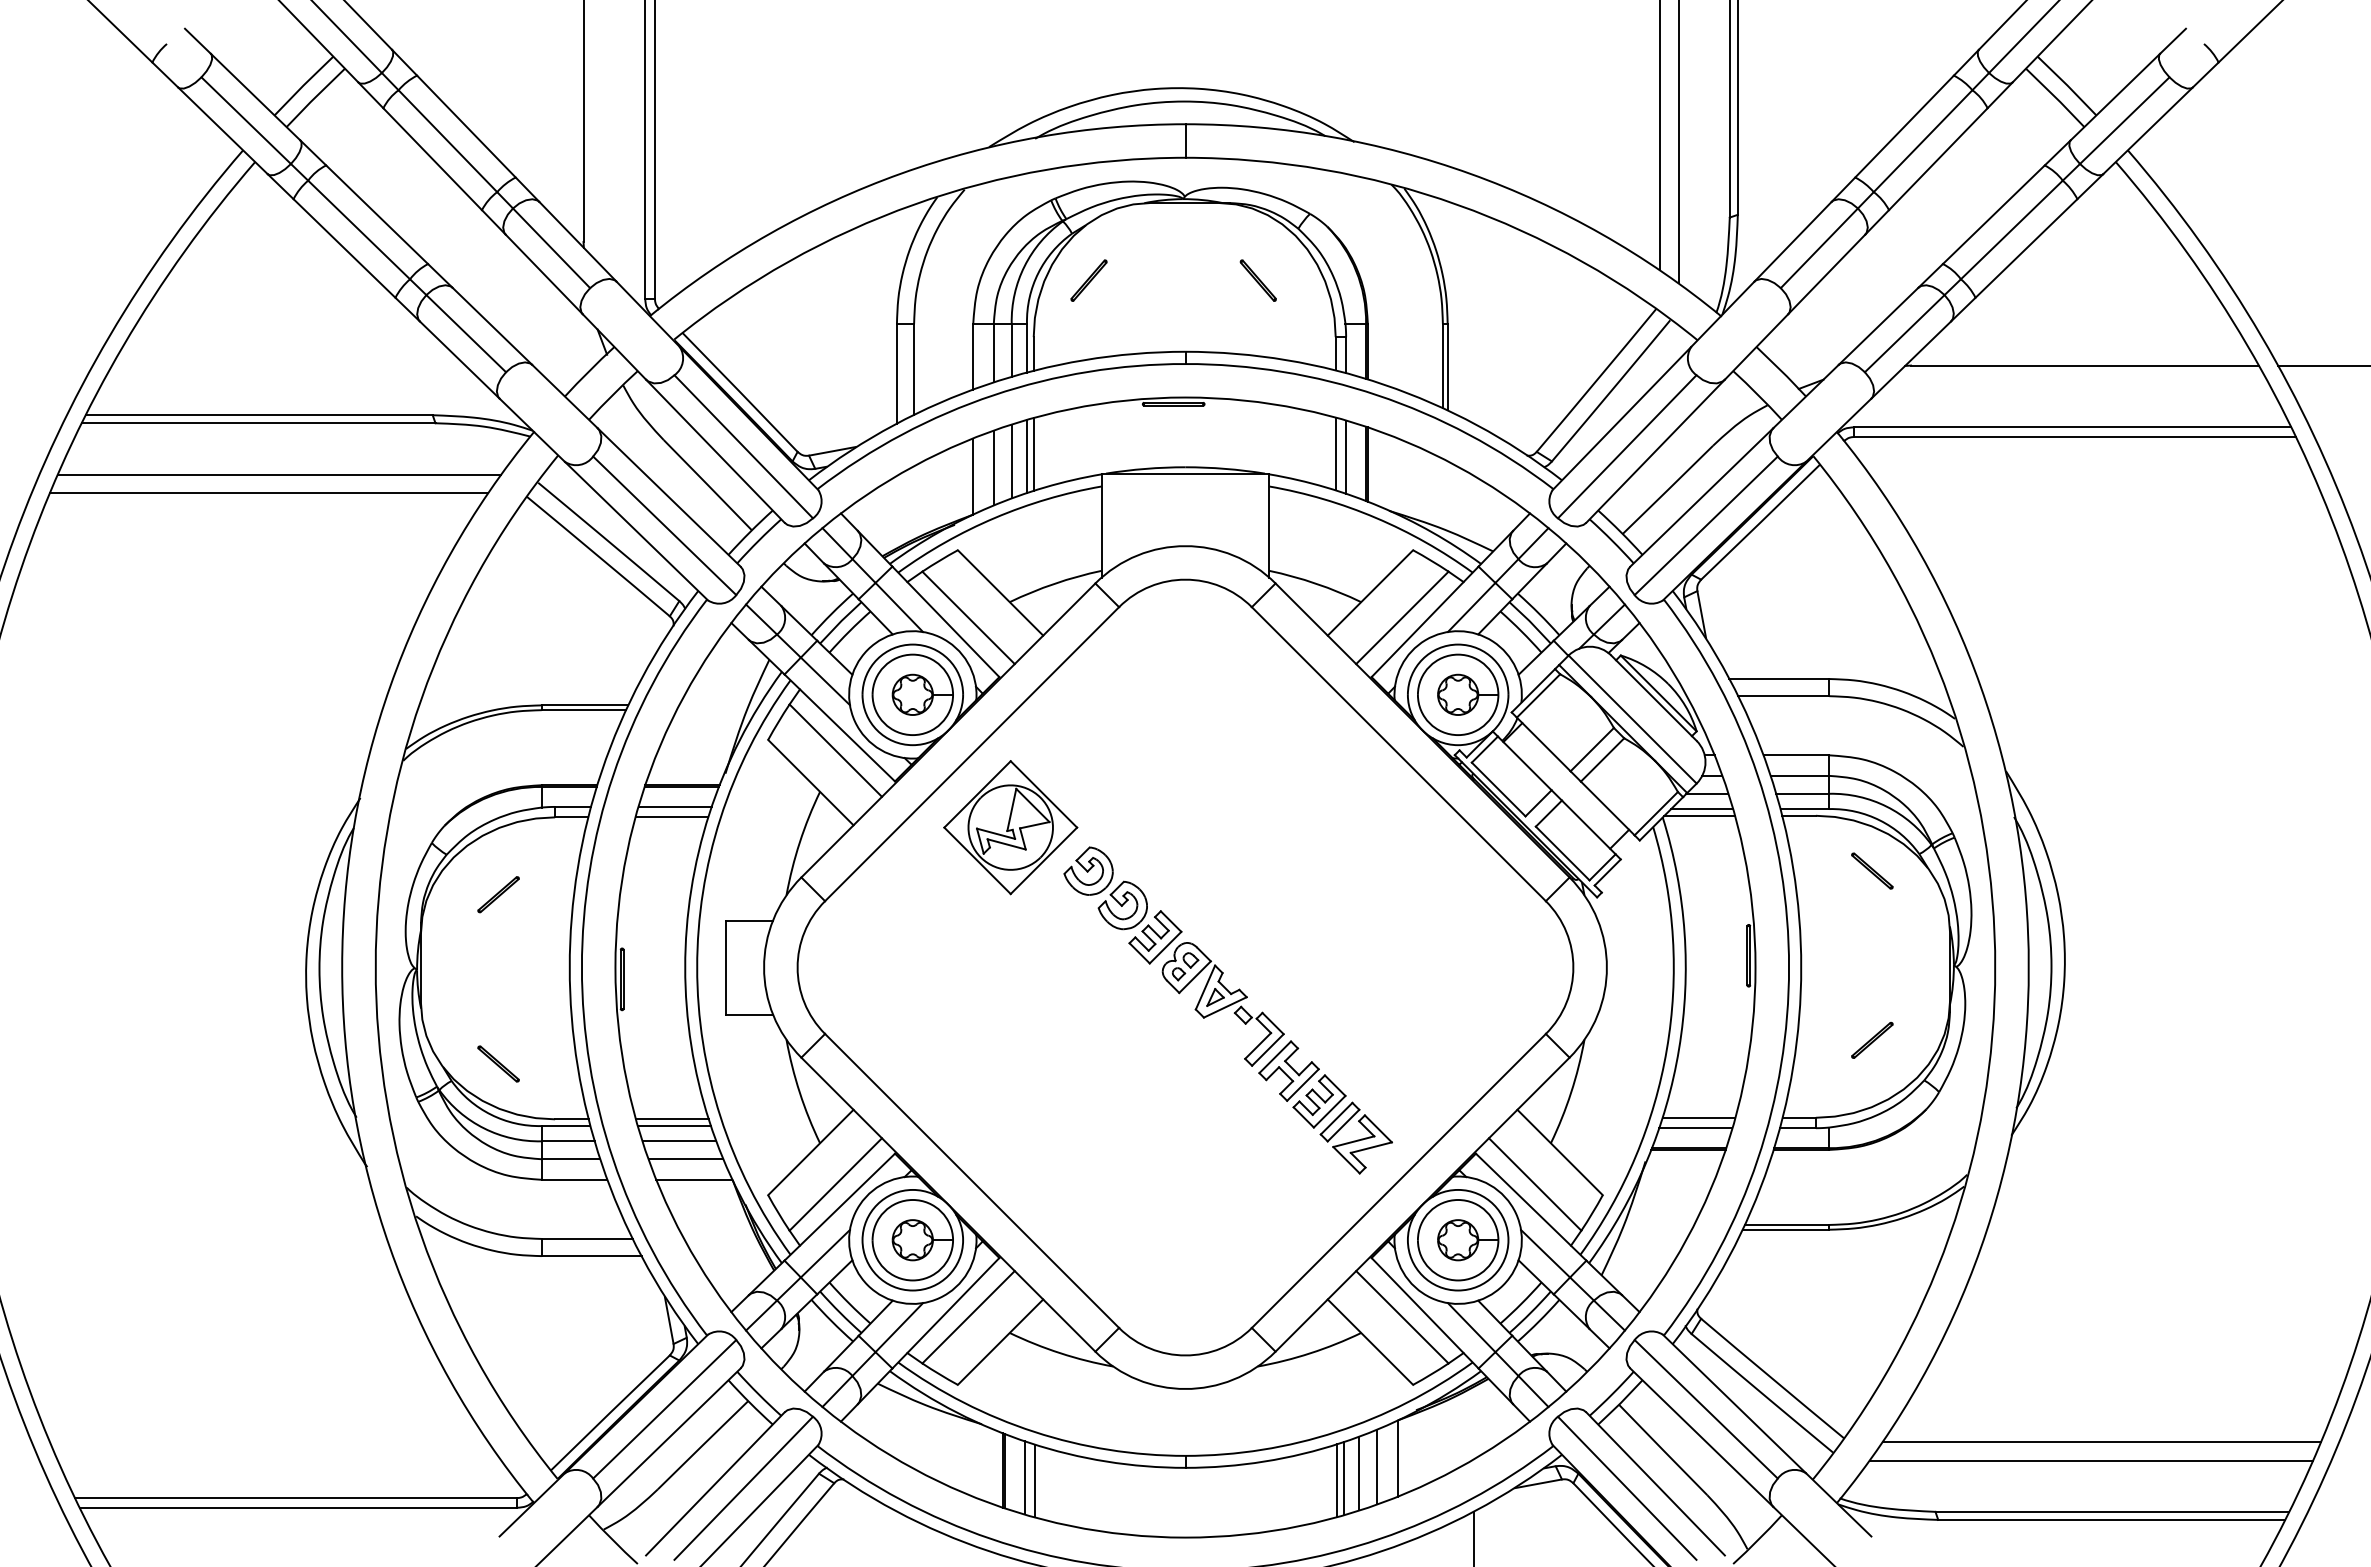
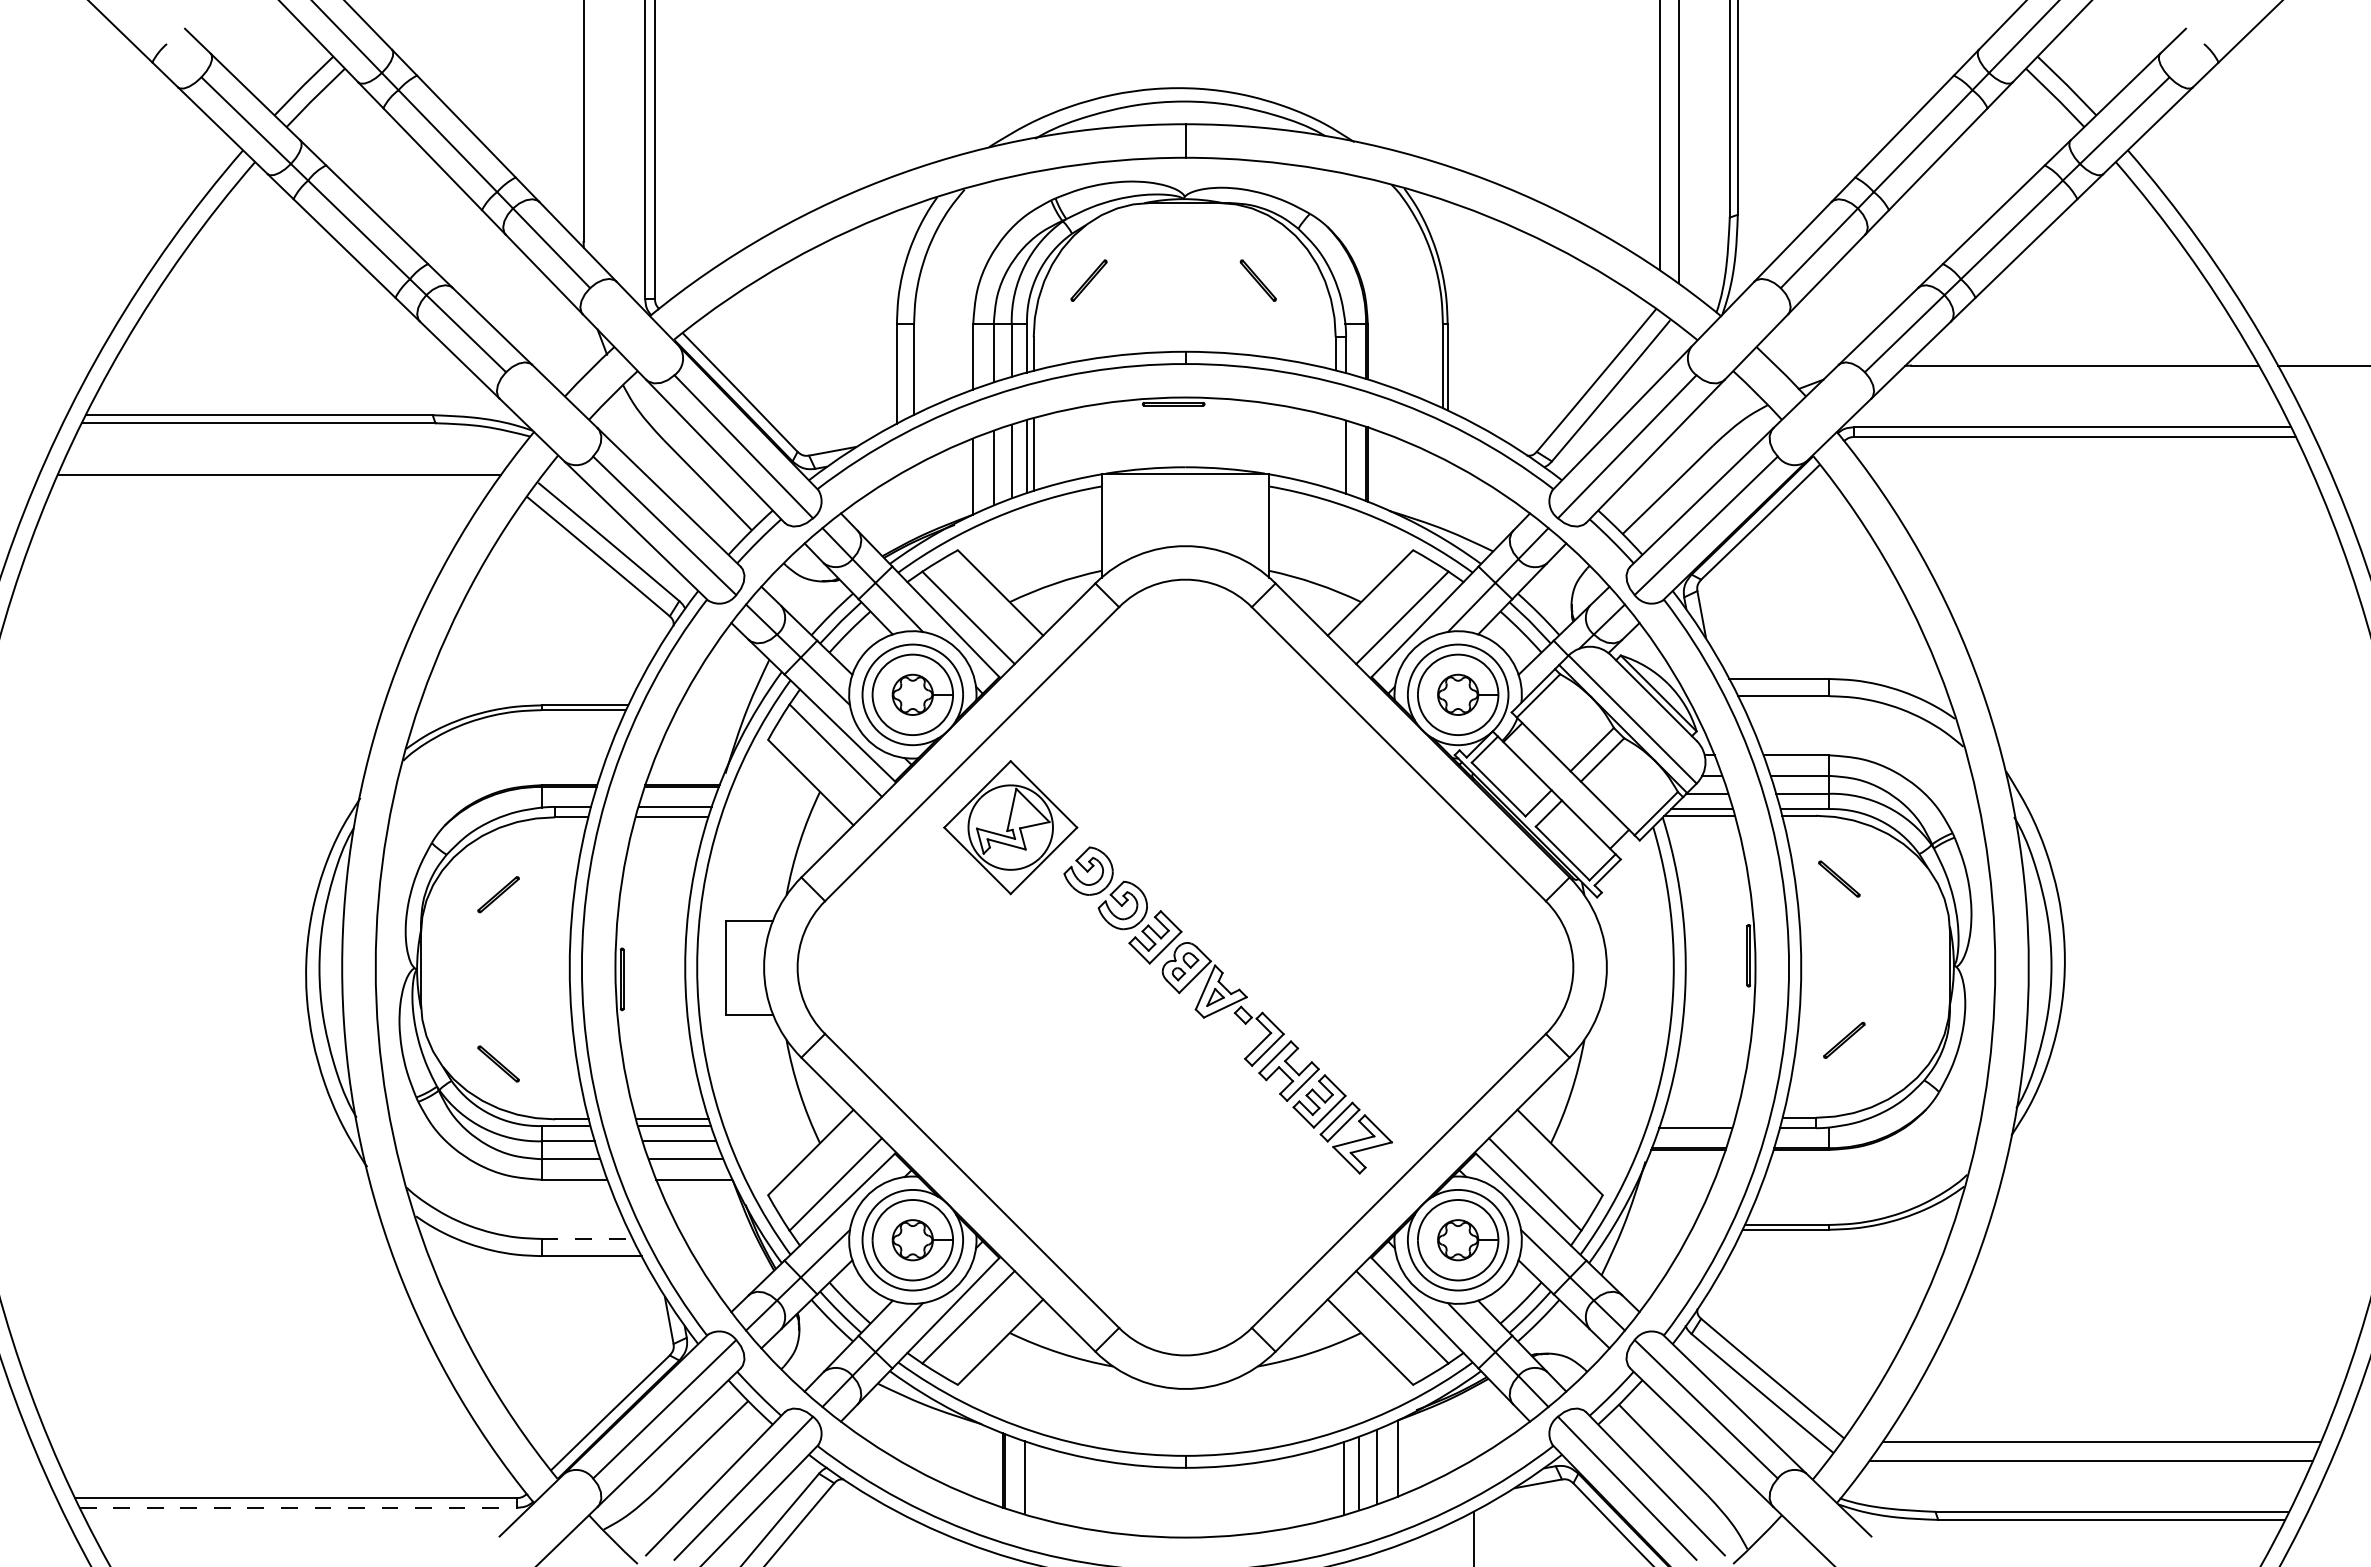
line at (1335, 453): present -> none
line at (268, 493): present -> none
part at (1872, 870) position: (1872, 870) -> (1839, 878)
part at (1872, 1039) position: (1872, 1039) -> (1844, 1039)
line at (1698, 1117): present -> none
line at (587, 1238): solid -> dashed
line at (1035, 1480): present -> none
line at (1337, 1480): present -> none
line at (298, 1507): solid -> dashed
